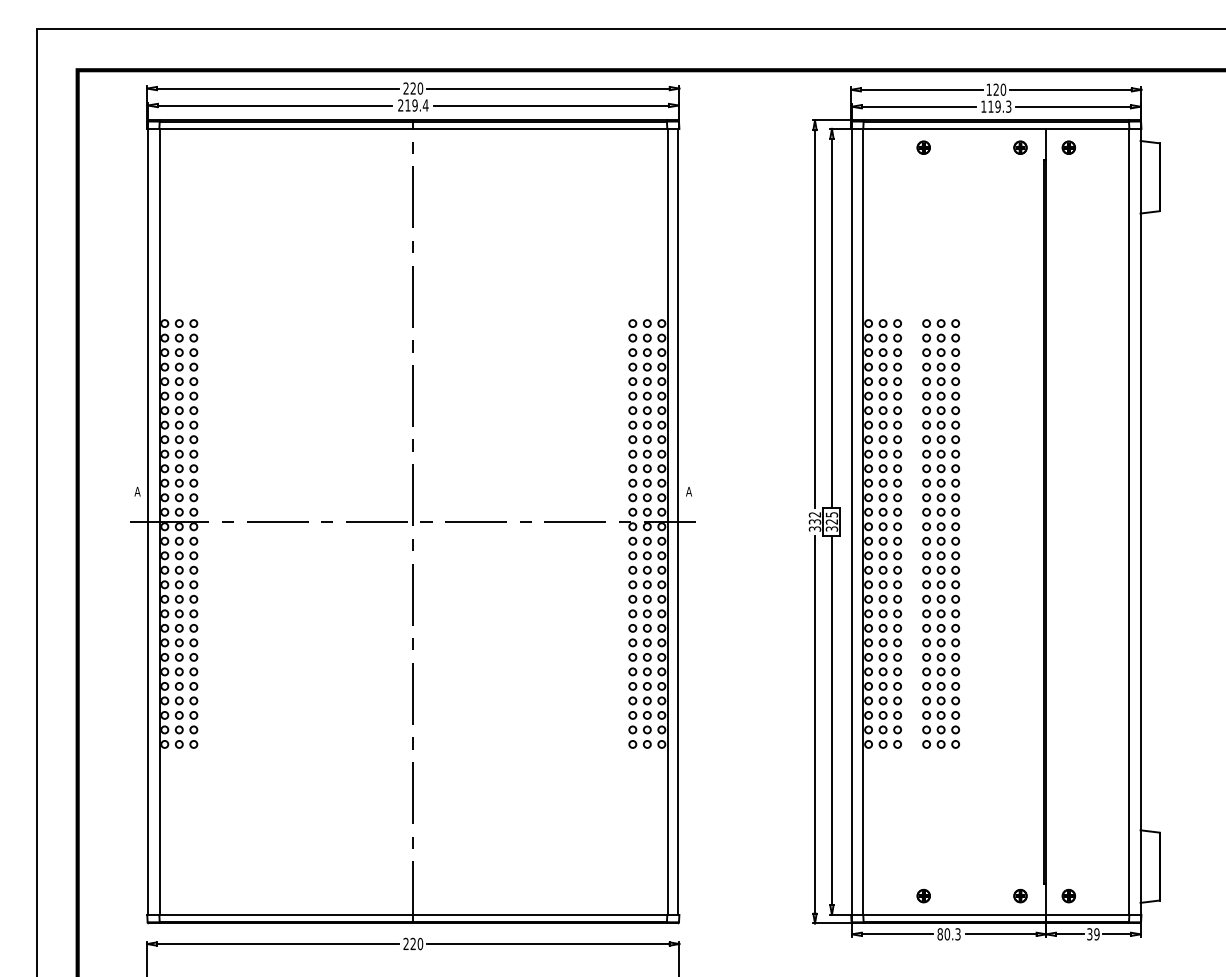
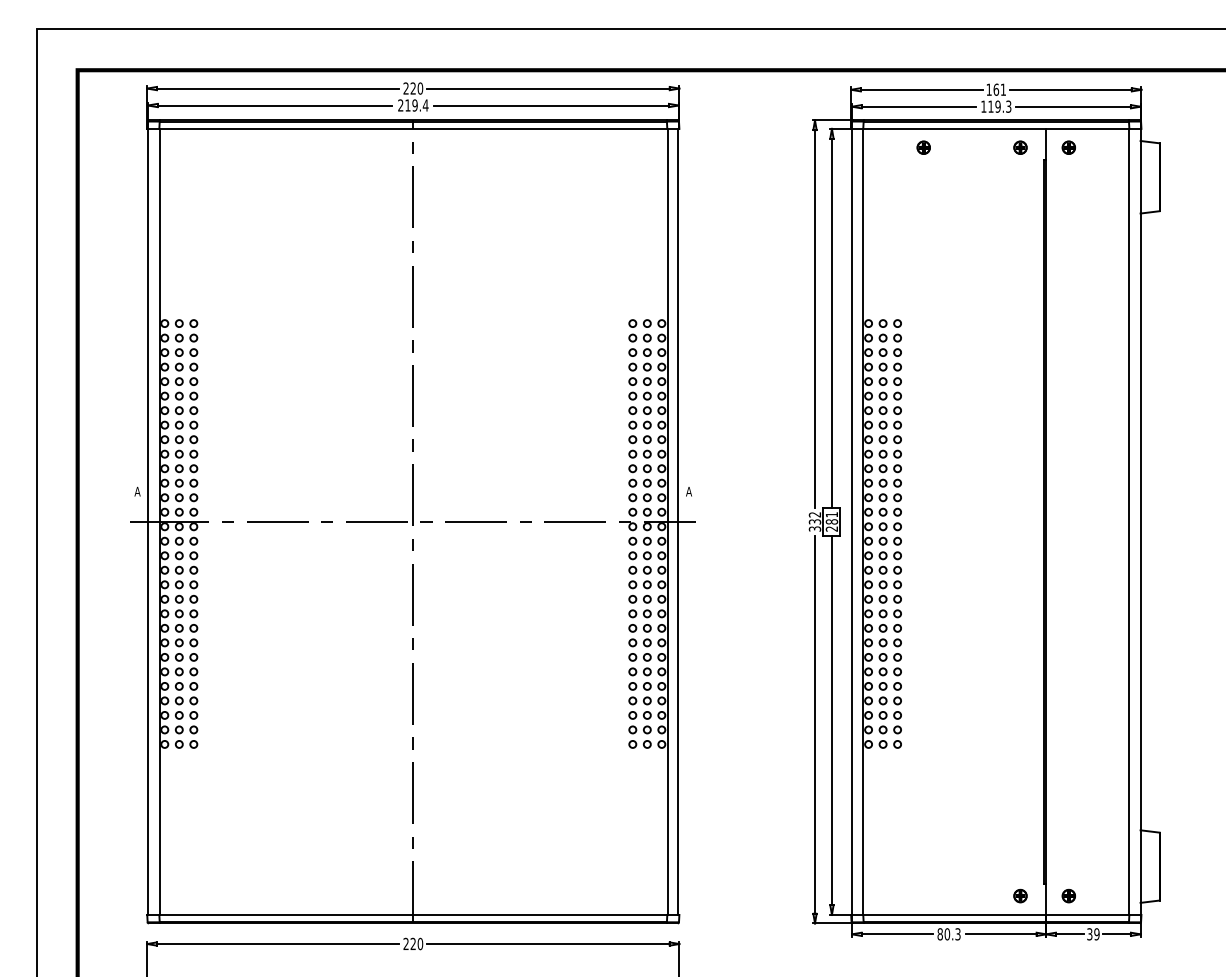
text at (999, 89): 120 -> 161
text at (832, 521): 325 -> 281
part at (941, 533): present -> none
part at (923, 895): present -> none
